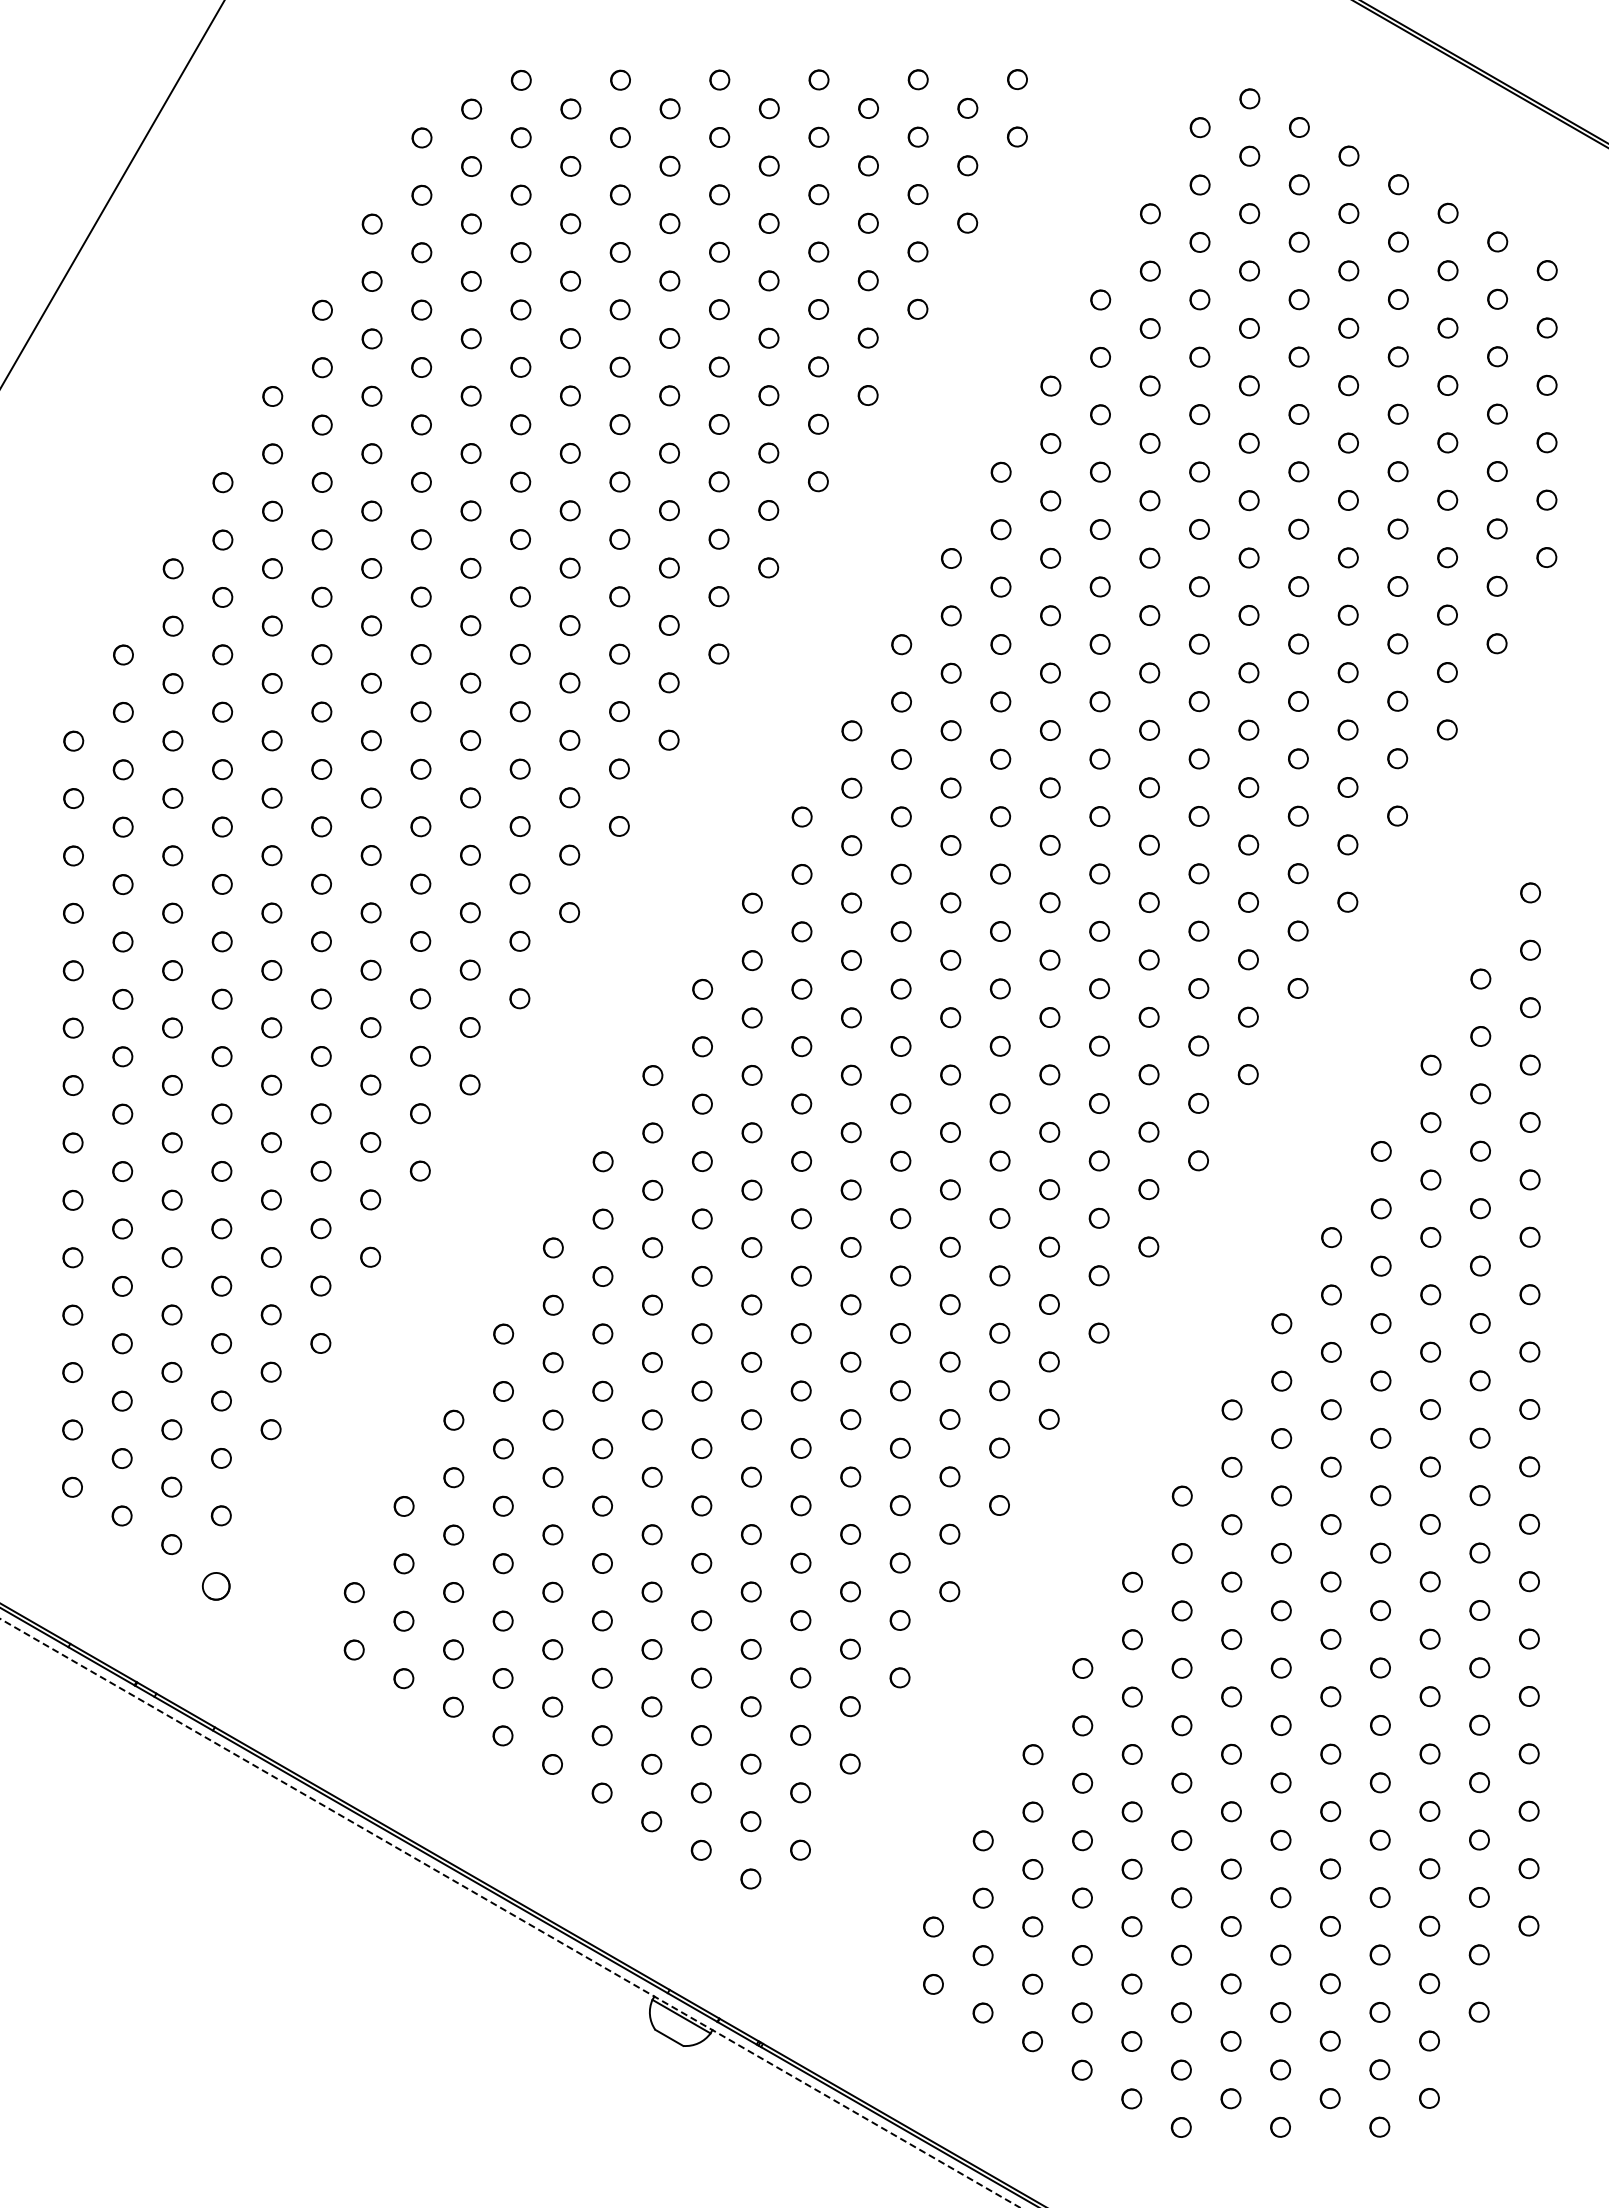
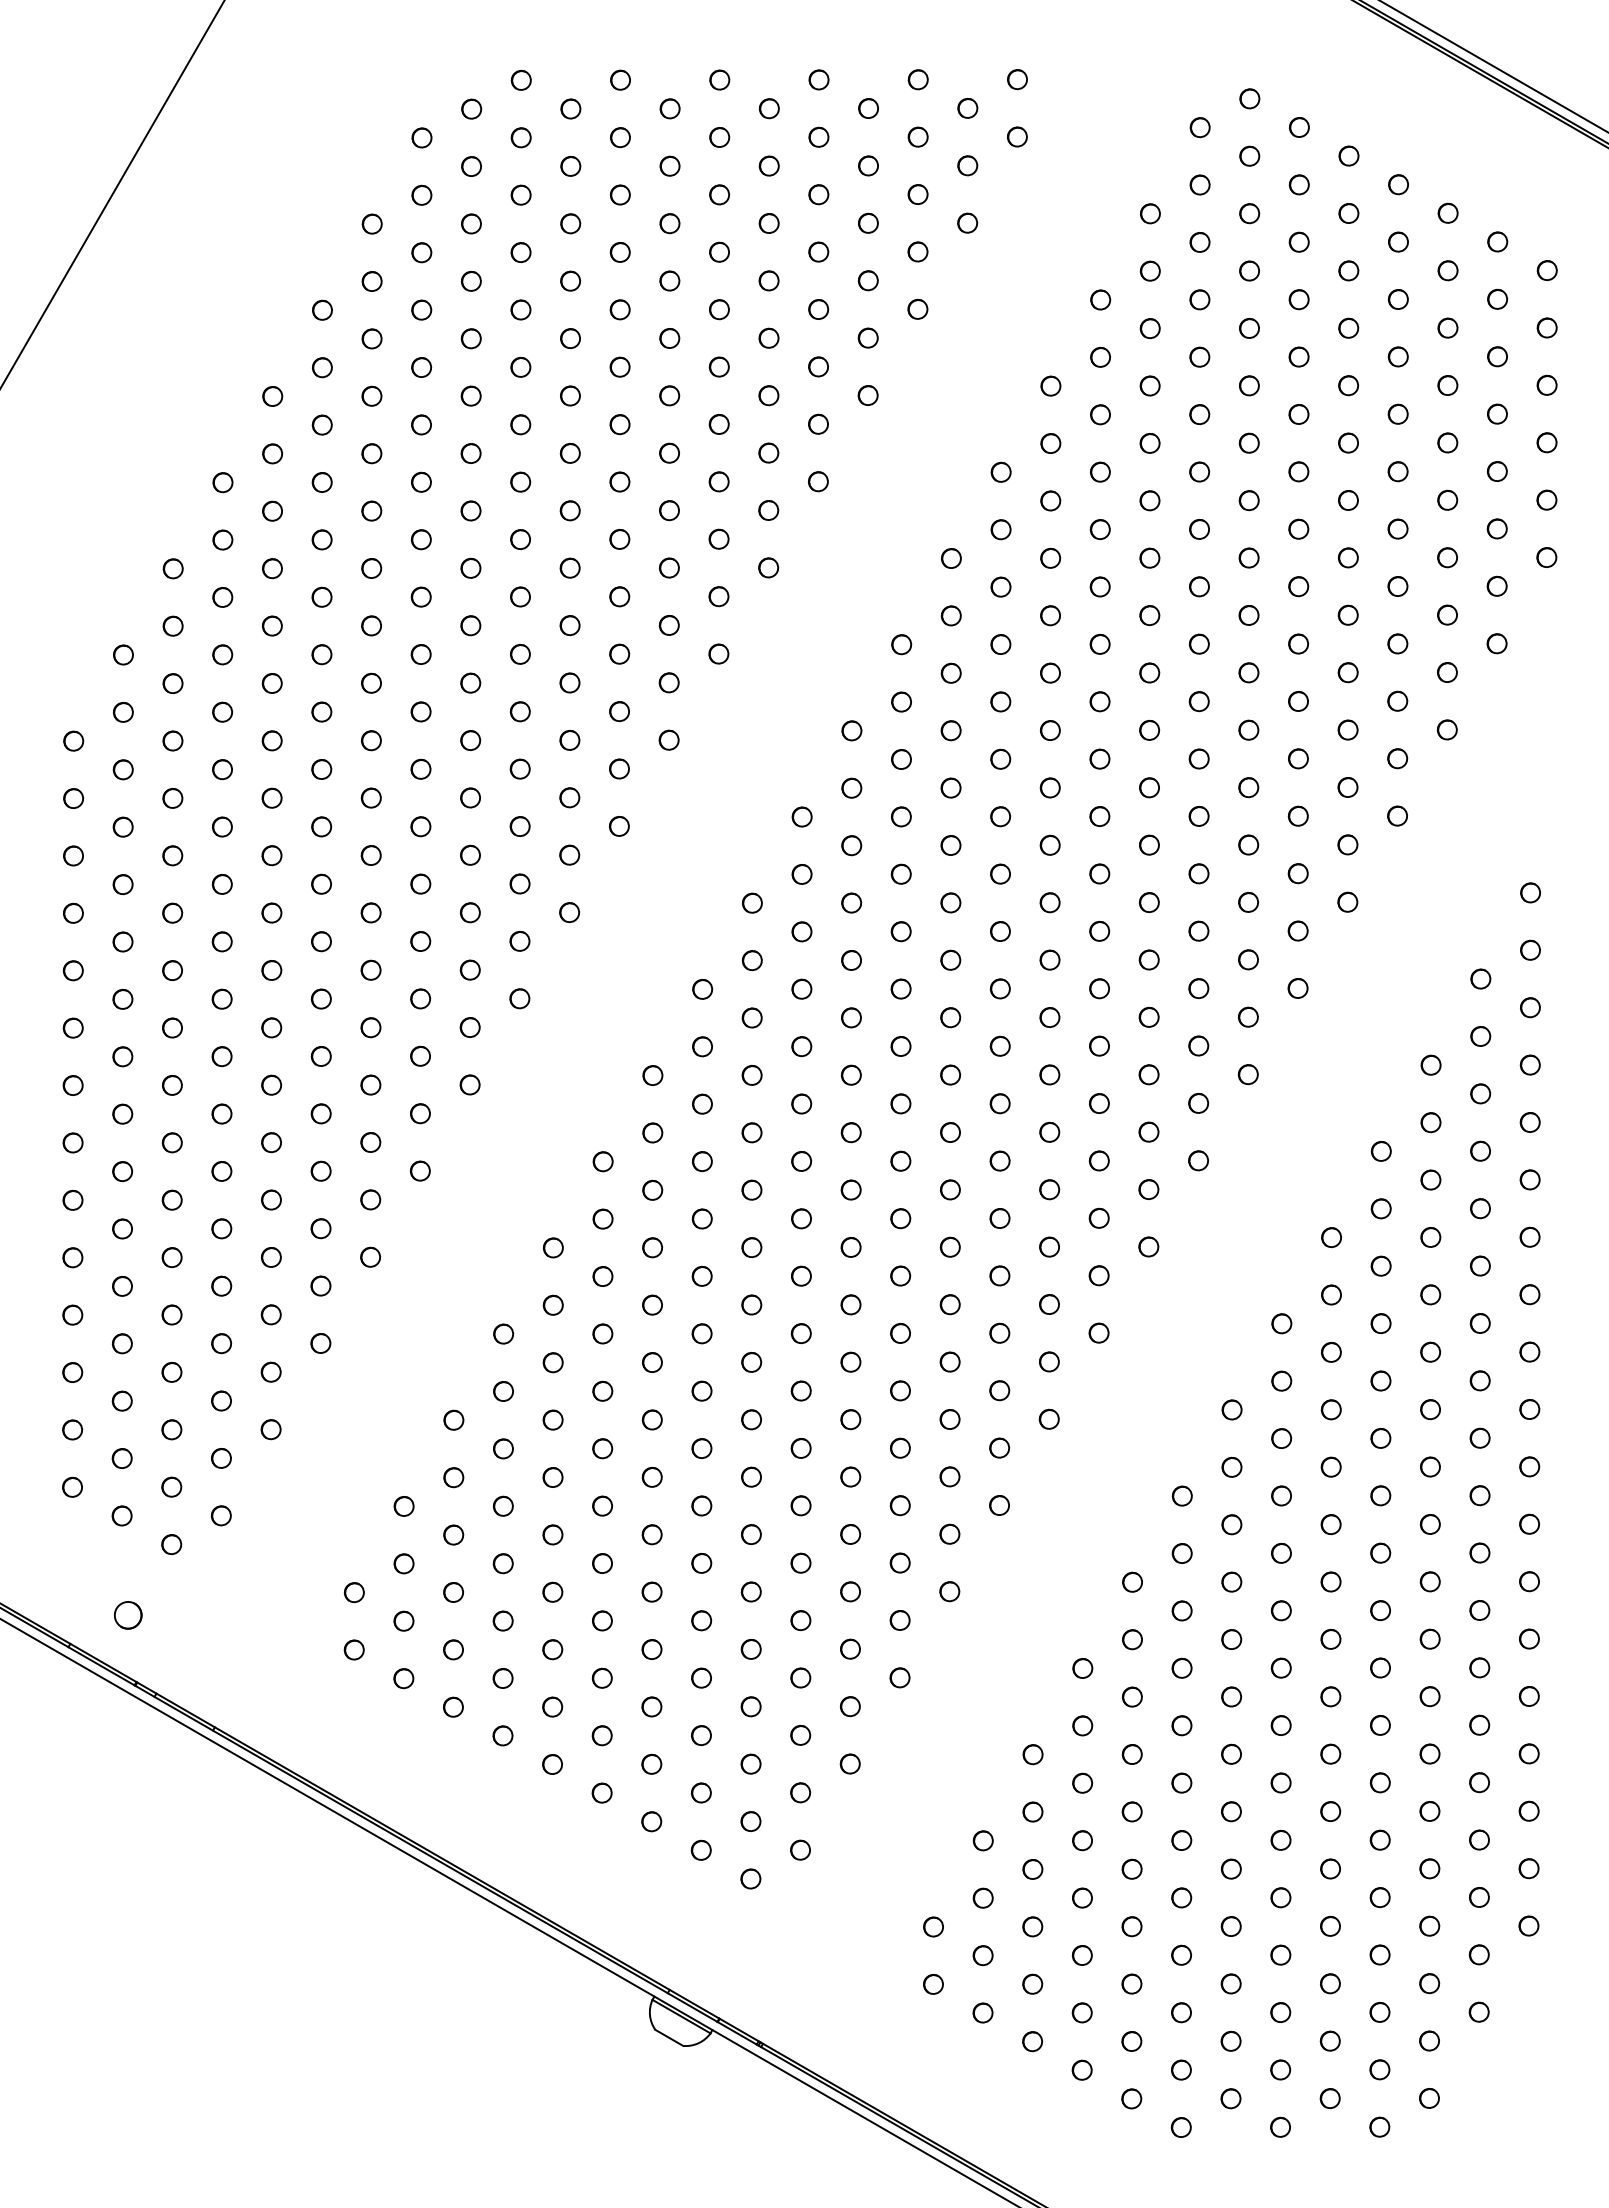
line at (1493, 66): none -> present
part at (216, 1586) position: (216, 1586) -> (128, 1615)
line at (510, 1913): dashed -> solid
